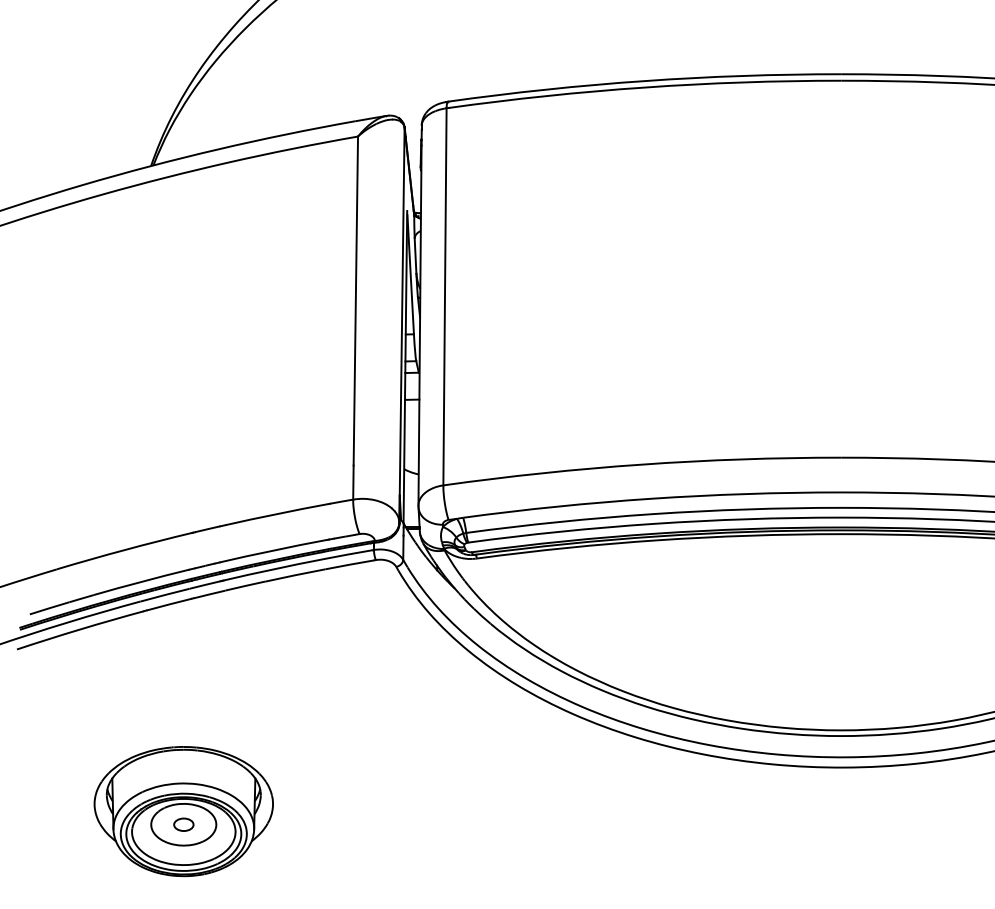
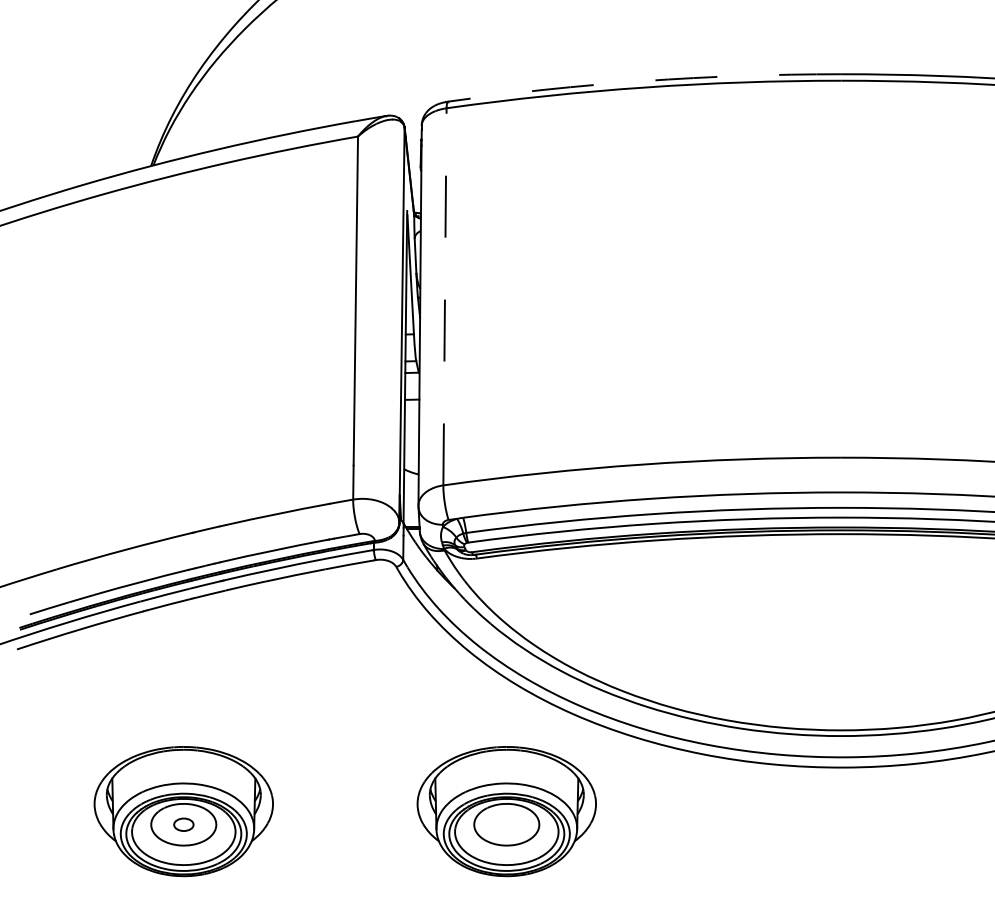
arc at (644, 81): solid -> dashed
line at (444, 296): solid -> dashed
part at (506, 811): none -> present
